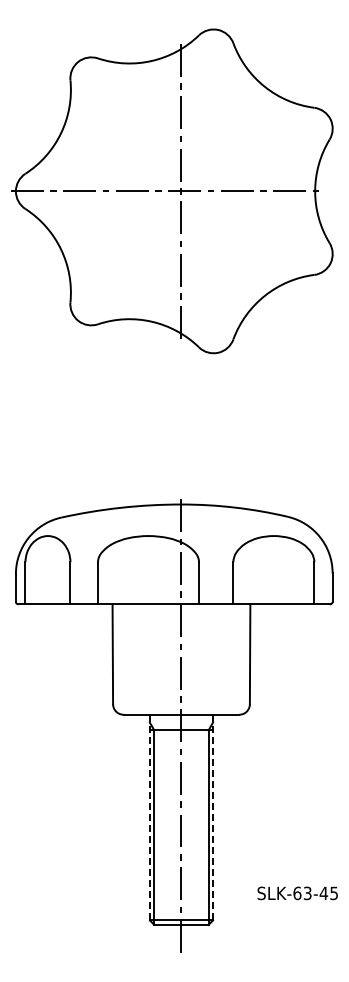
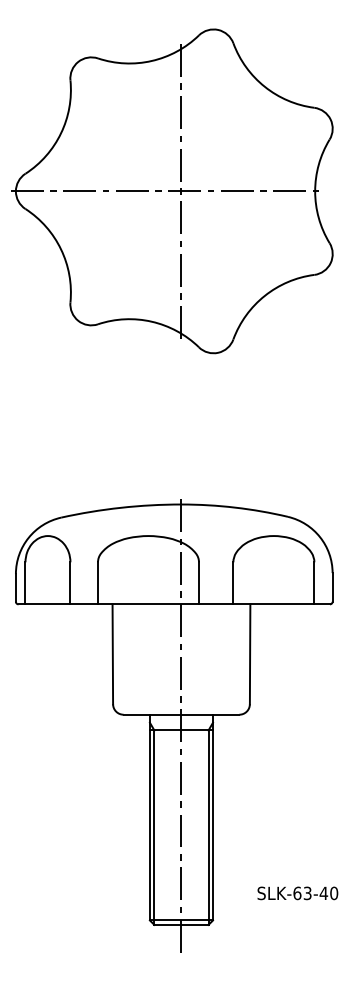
line at (149, 817): dashed -> solid
line at (213, 817): dashed -> solid
text at (334, 893): SLK-63-45 -> SLK-63-40
